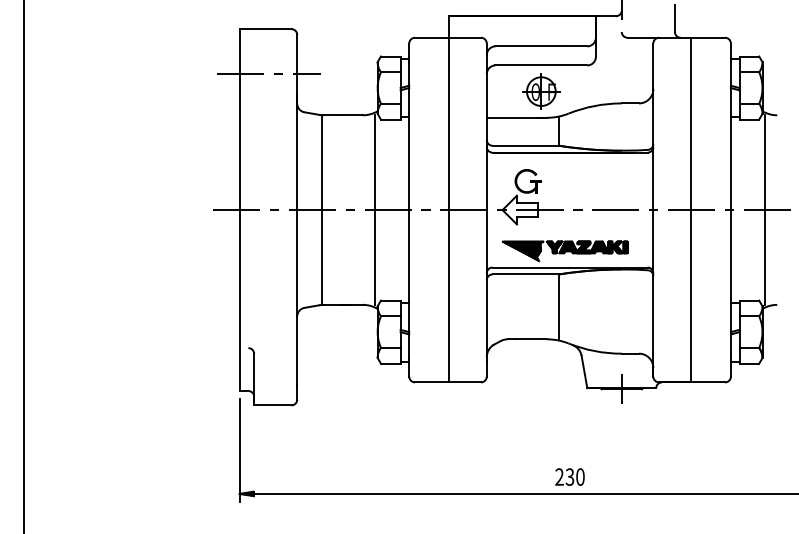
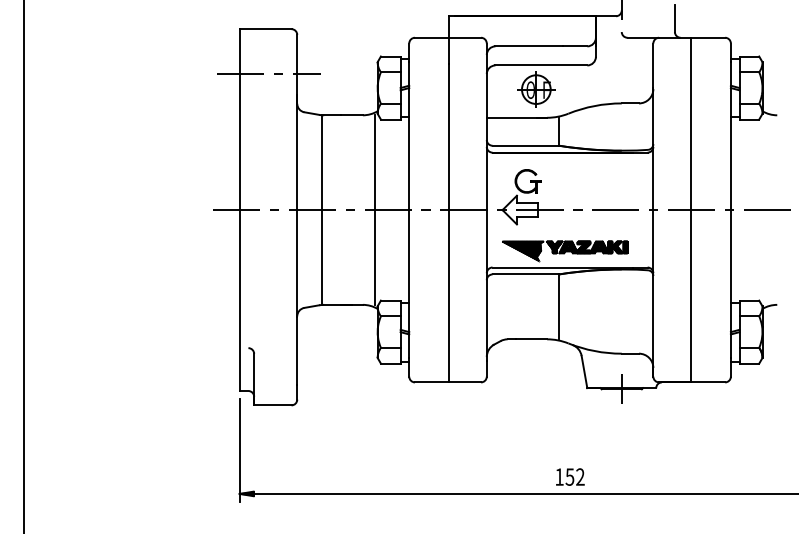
part at (541, 91) position: (541, 91) -> (536, 89)
line at (765, 209): present -> none
text at (569, 476): 230 -> 152
